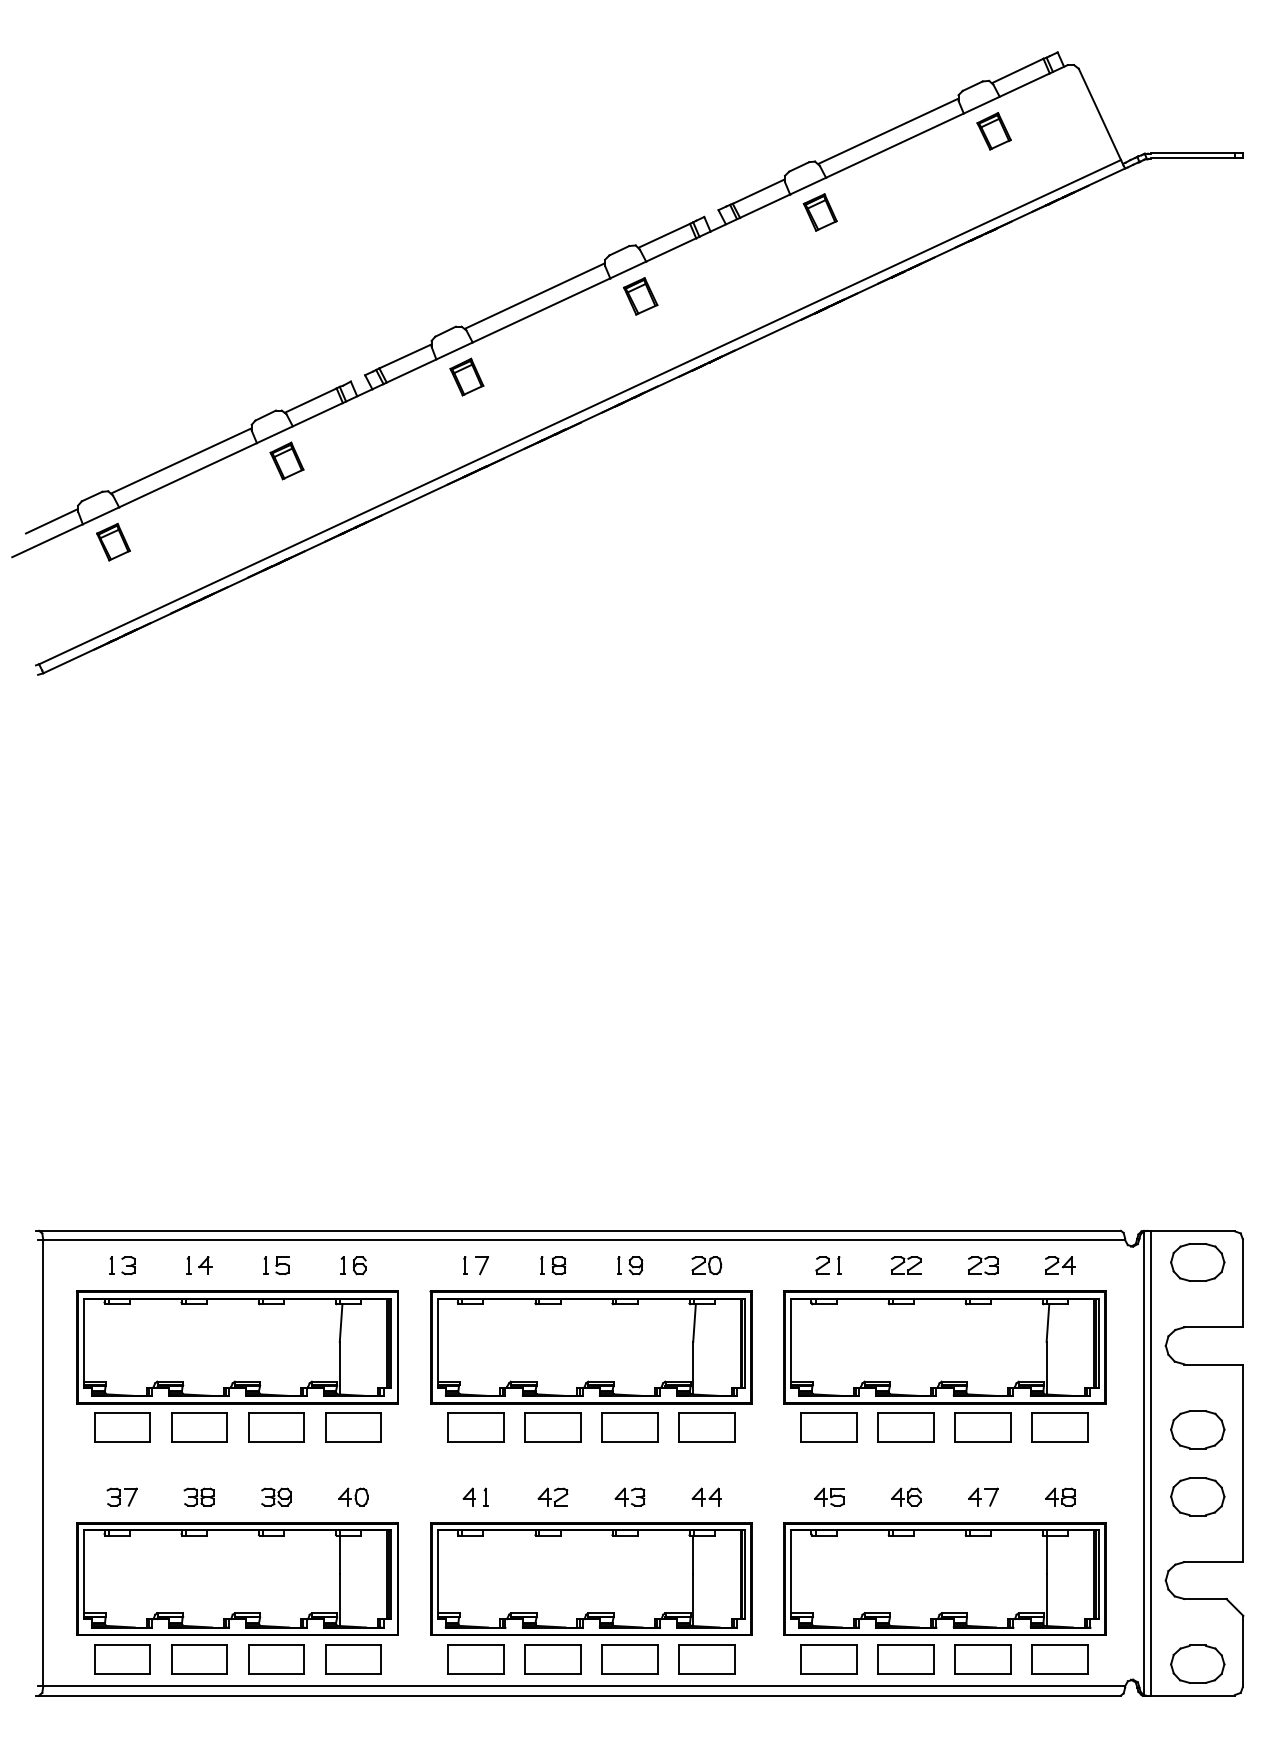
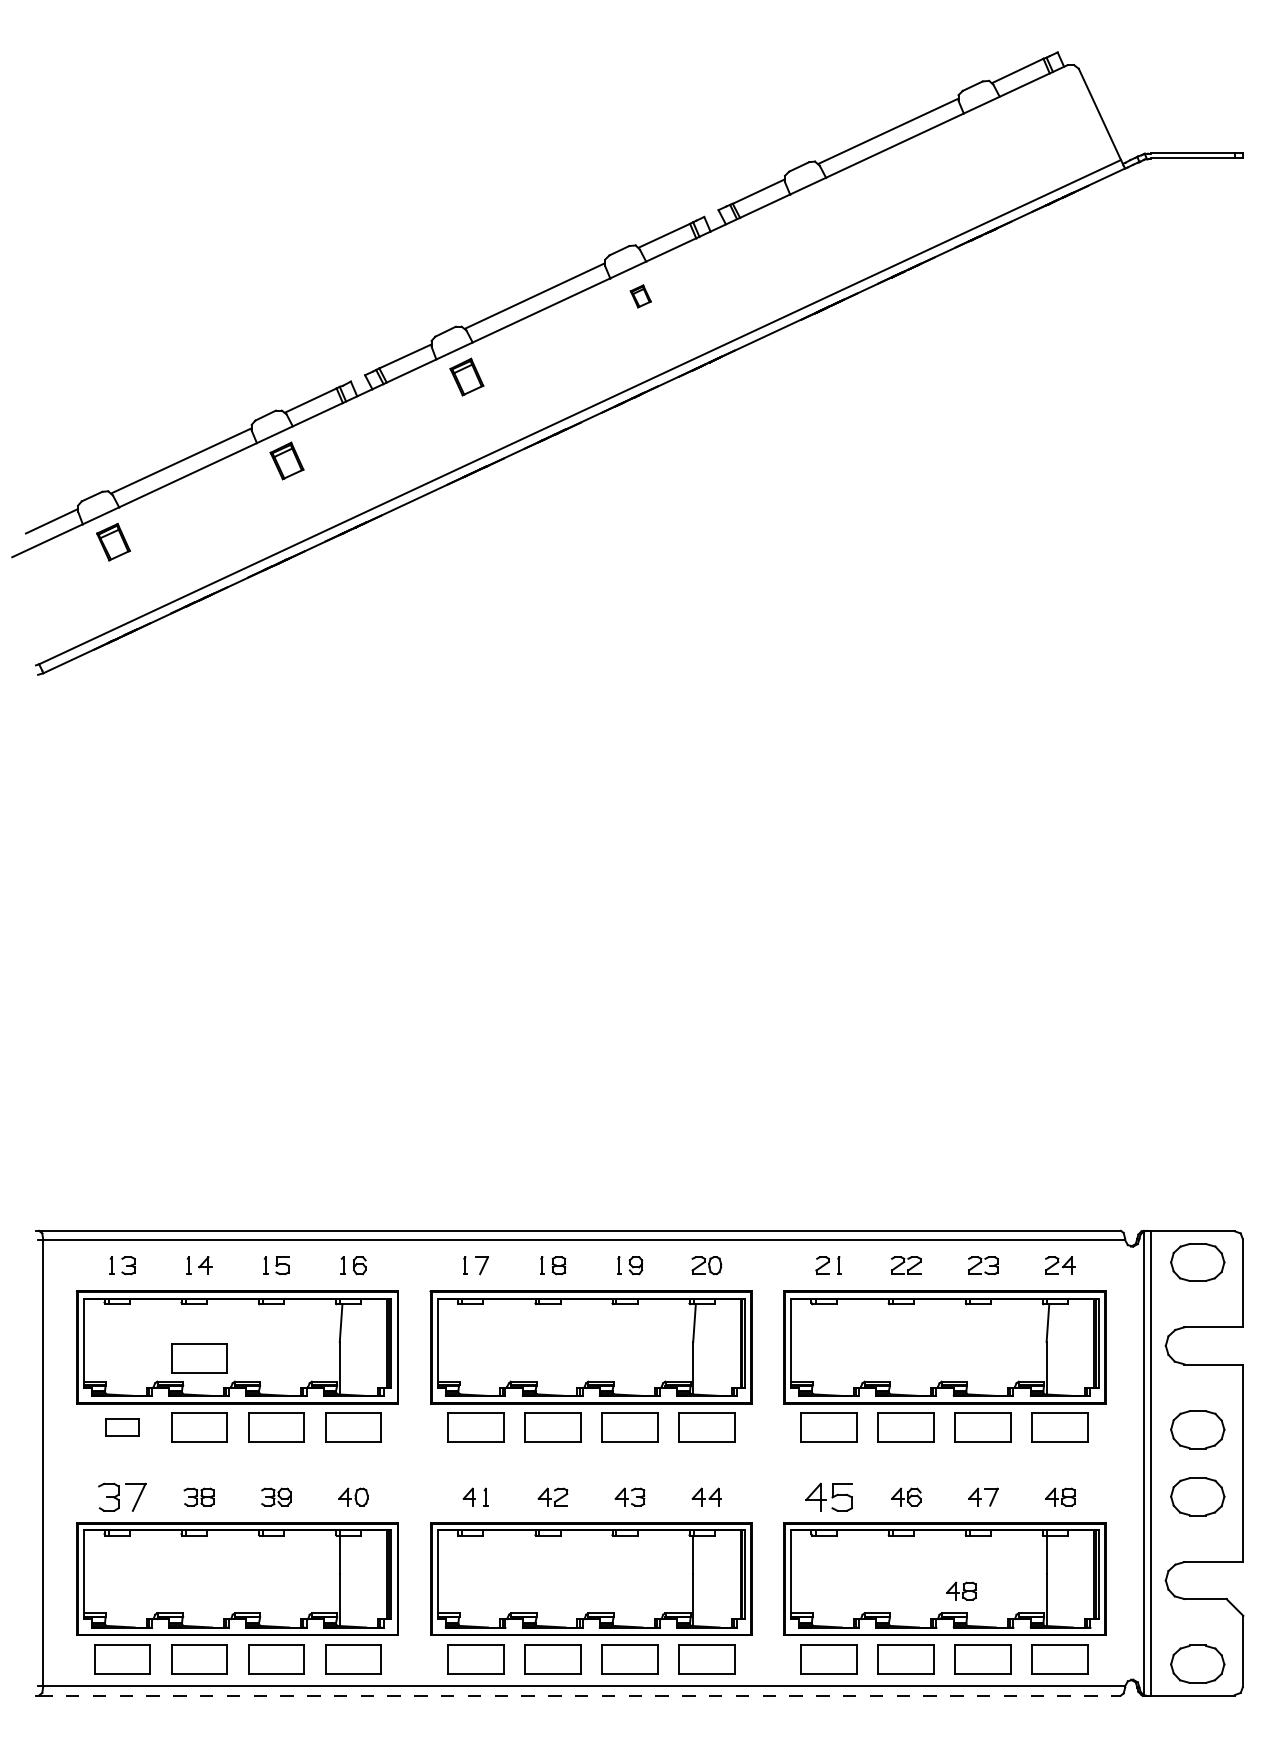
part at (993, 131): present -> none
part at (819, 212): present -> none
part at (640, 296) size: 36x39 px -> 23x25 px
part at (199, 1358): none -> present
part at (122, 1427) size: 57x31 px -> 35x19 px
part at (121, 1496) size: 32x20 px -> 49x30 px
part at (829, 1496) size: 31x20 px -> 48x30 px
part at (961, 1590): none -> present
line at (580, 1695): solid -> dashed
